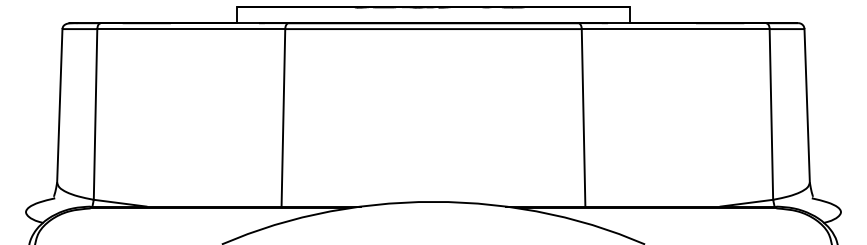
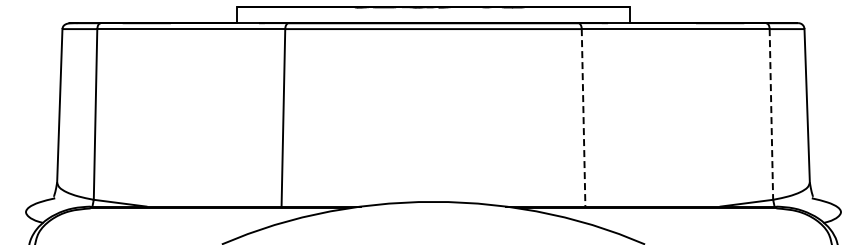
line at (771, 114): solid -> dashed
line at (583, 117): solid -> dashed
